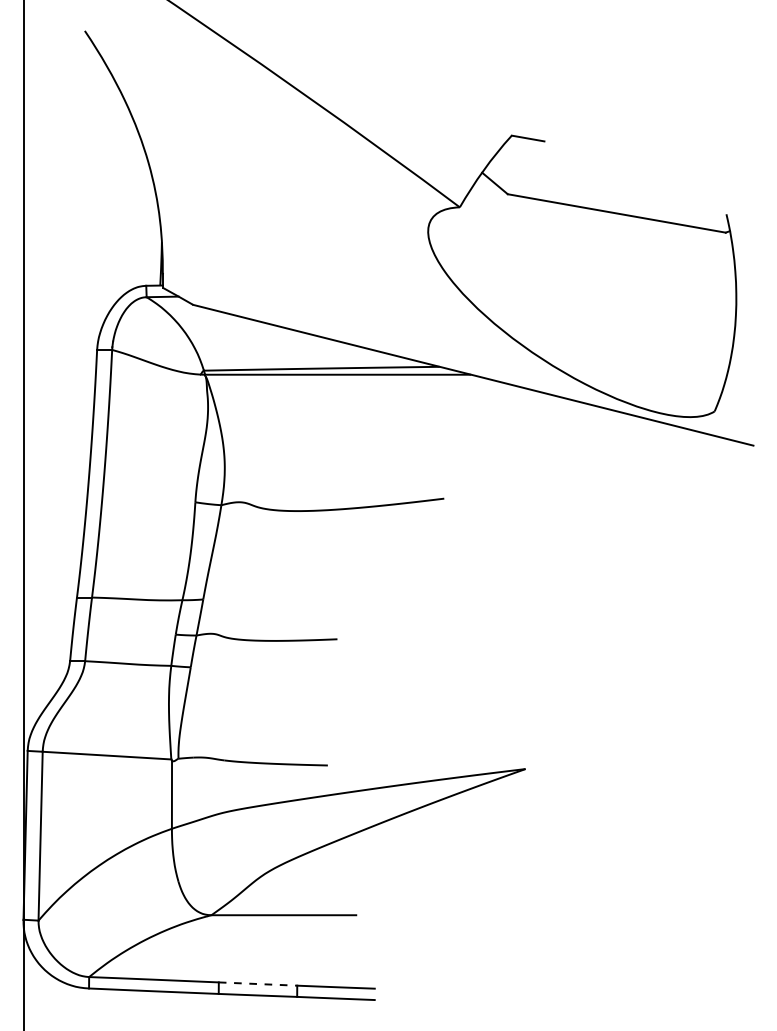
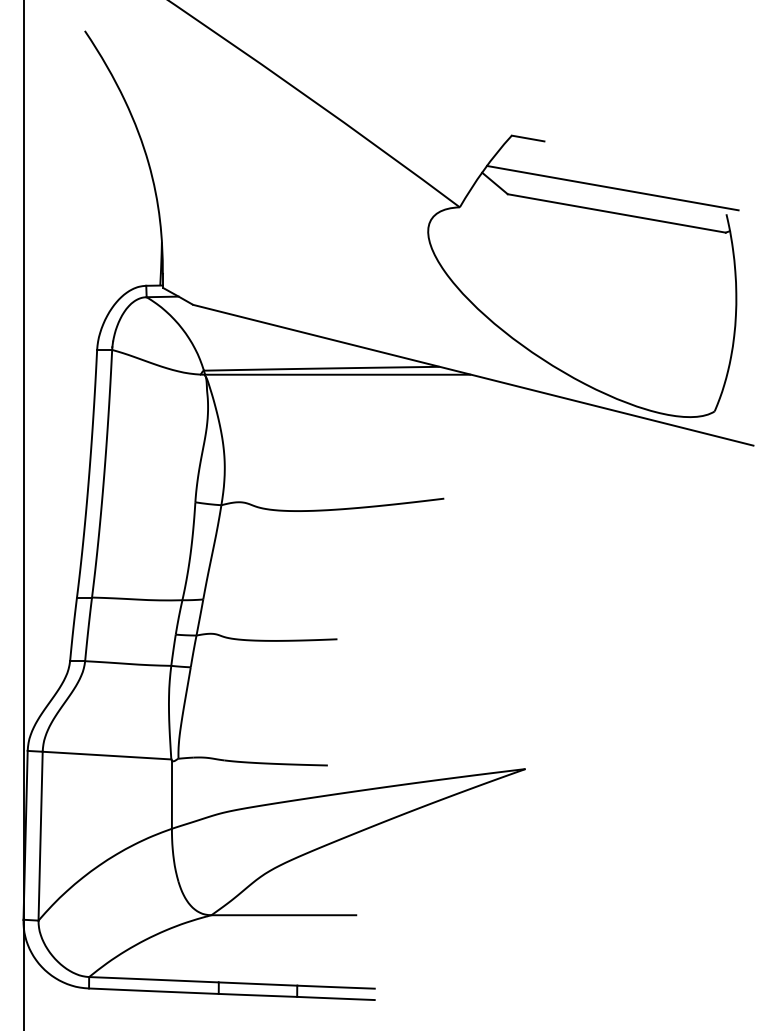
line at (612, 187): none -> present
line at (258, 984): dashed -> solid
